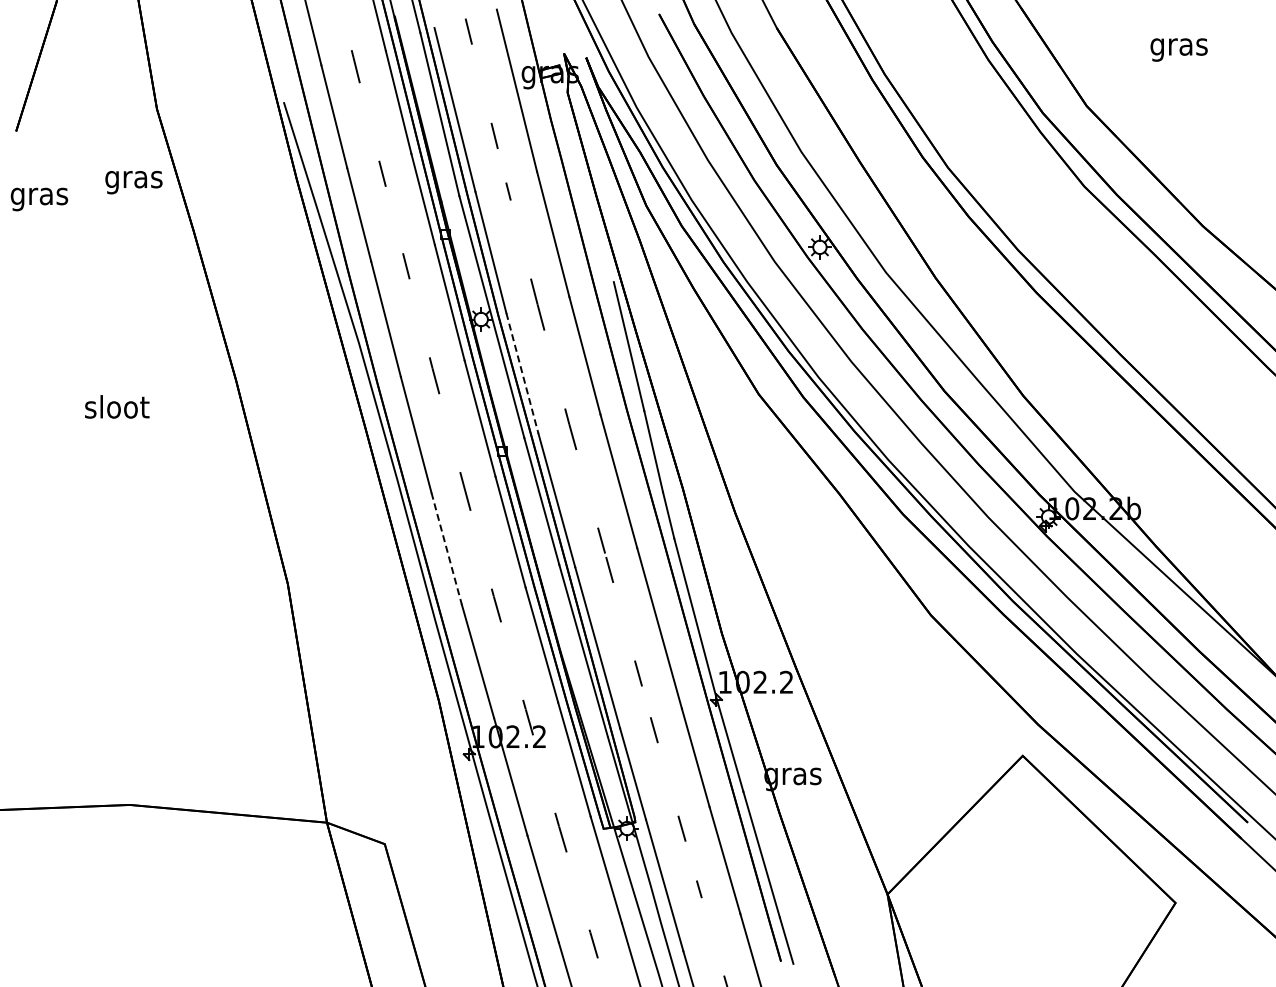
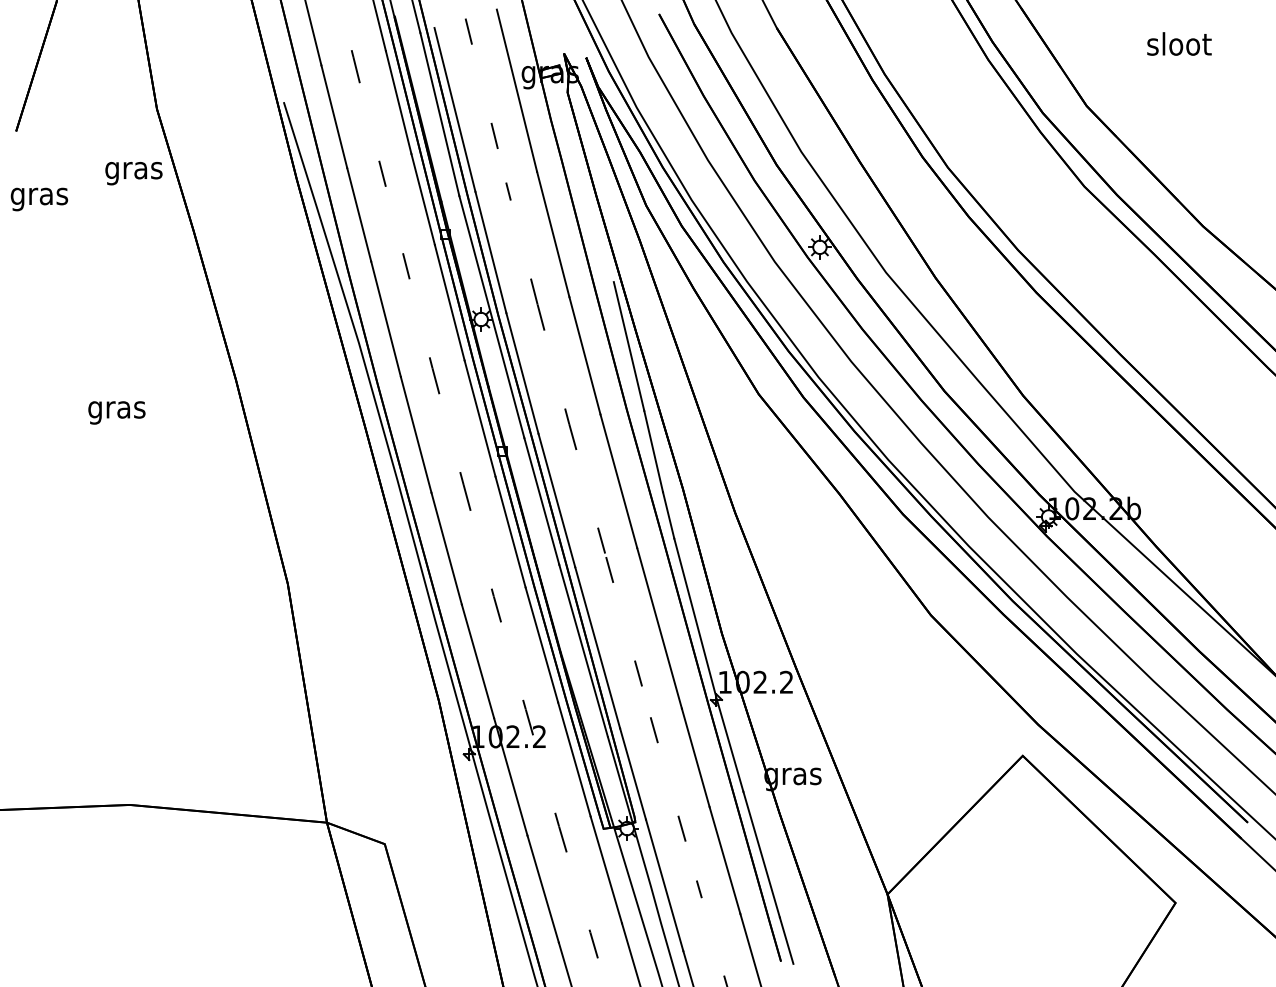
text at (1179, 46): gras -> sloot
text at (133, 182) position: (133, 182) -> (133, 173)
line at (522, 373): dashed -> solid
text at (117, 409): sloot -> gras
line at (446, 548): dashed -> solid
